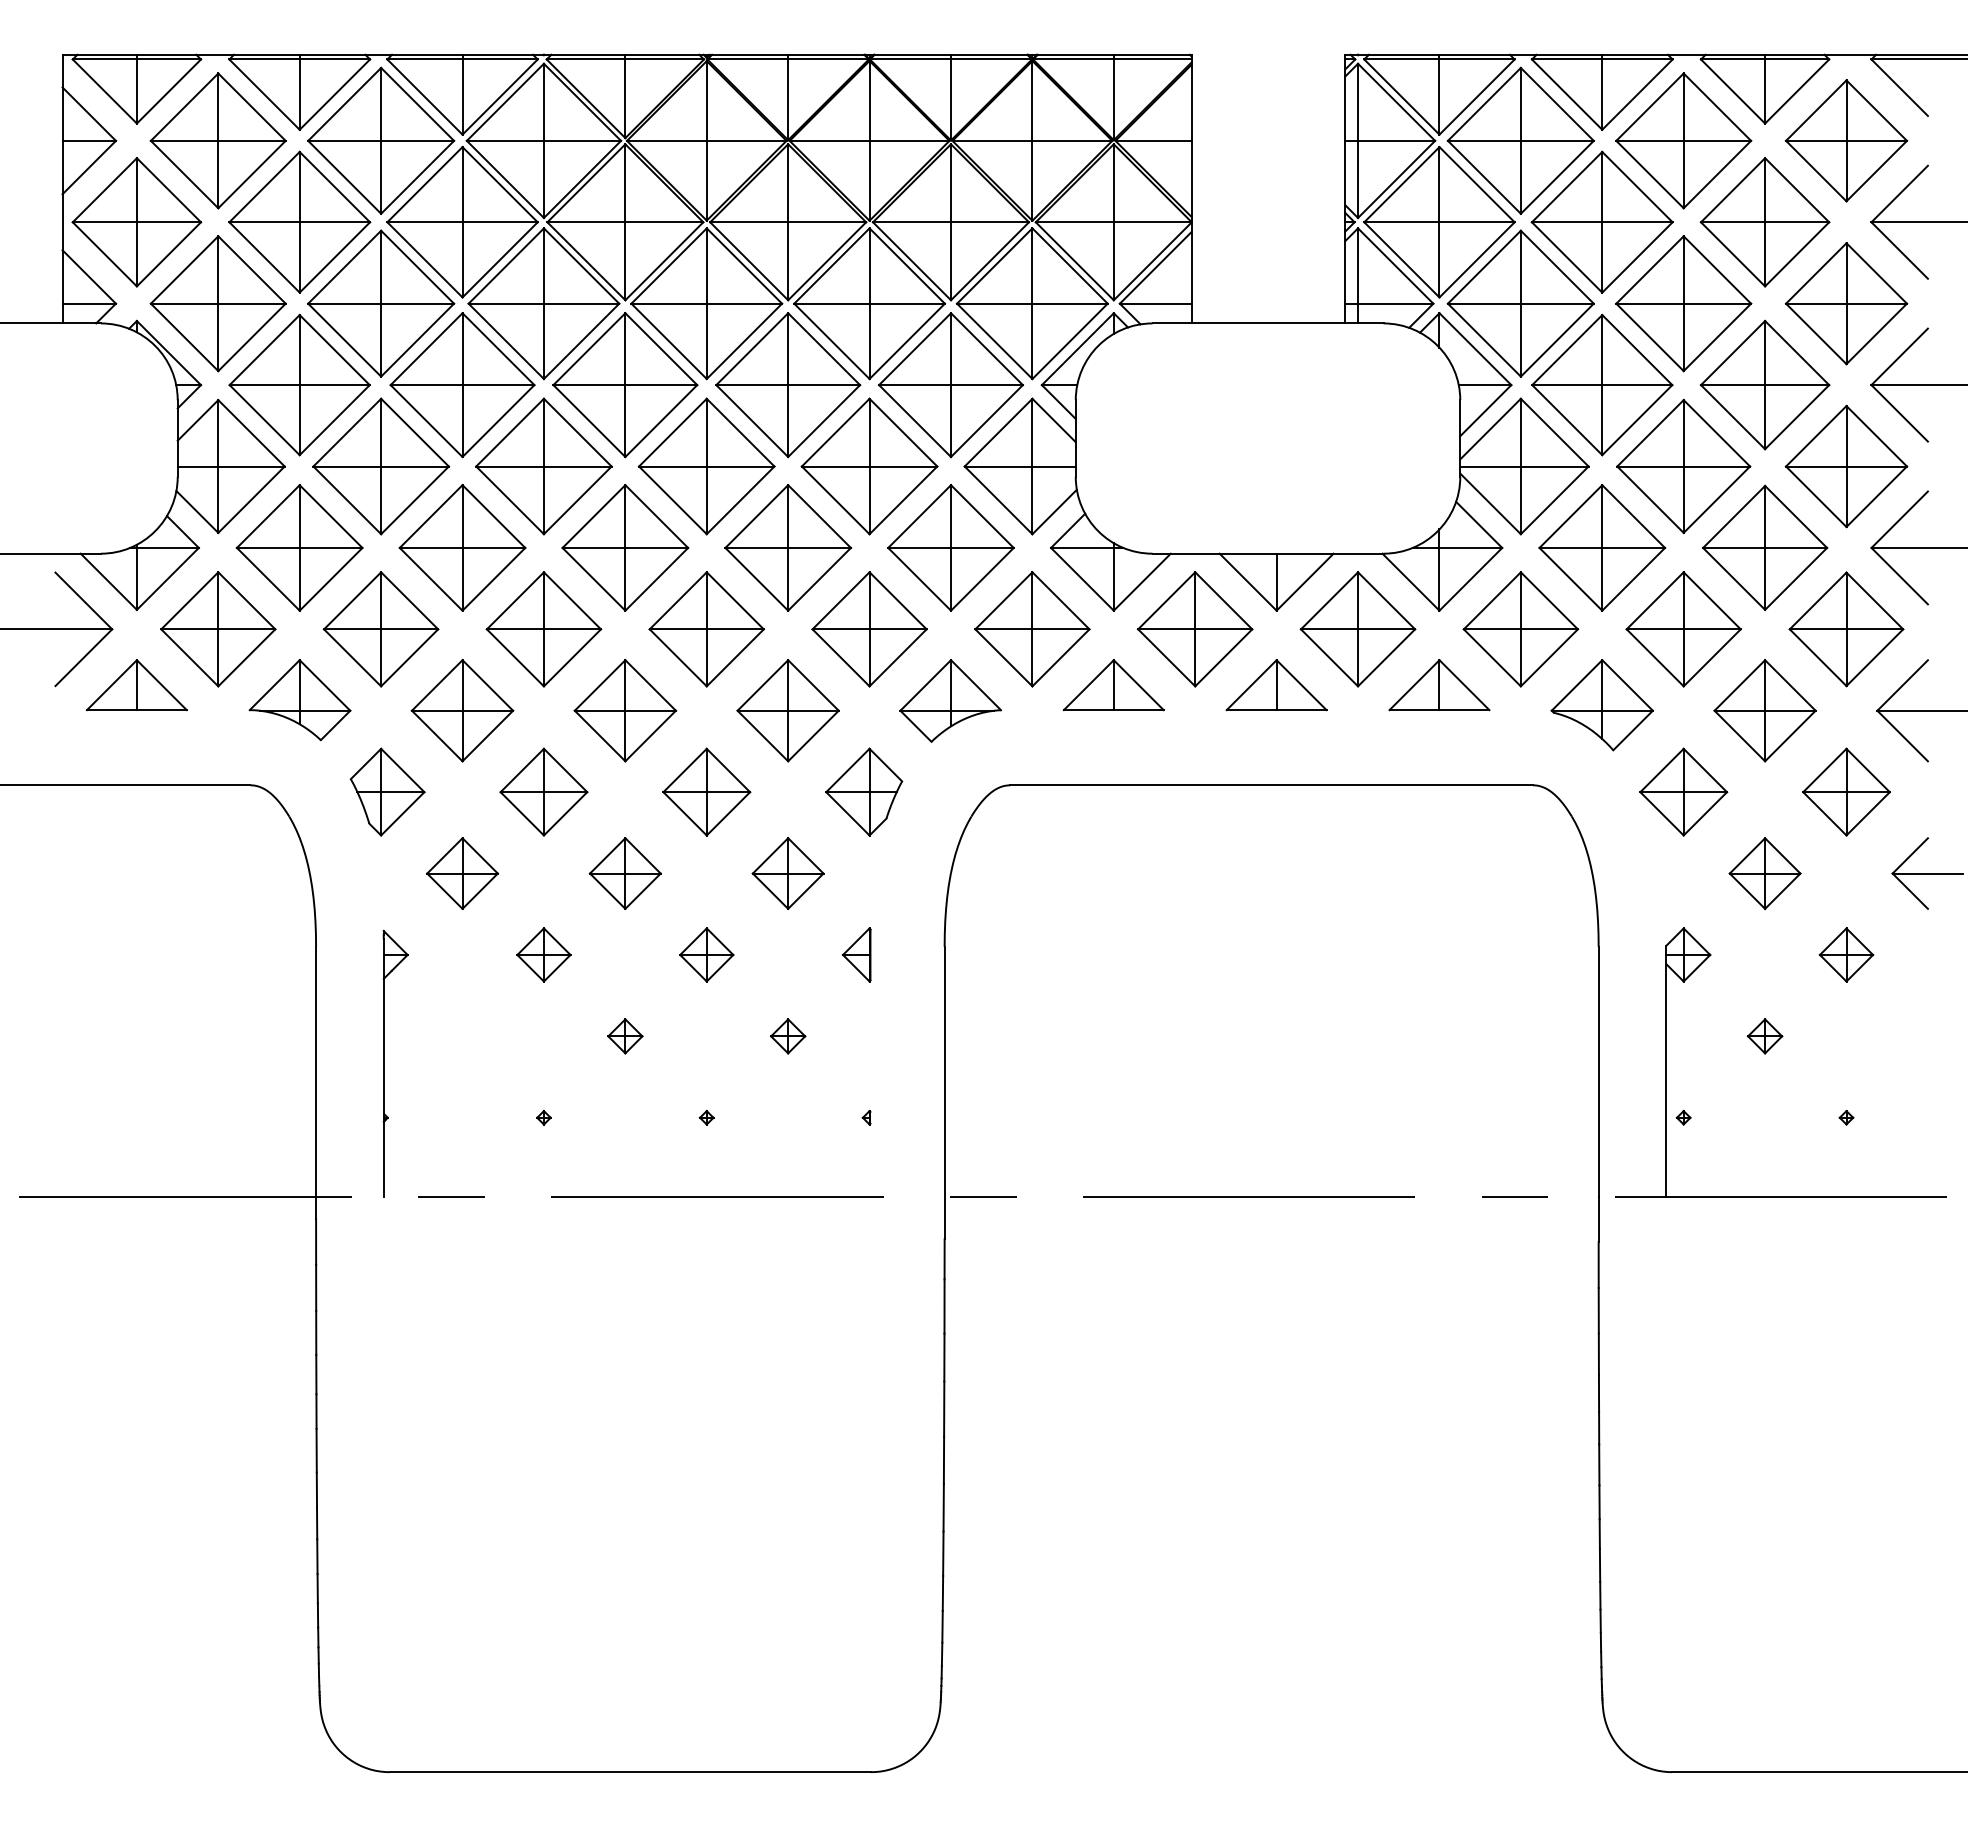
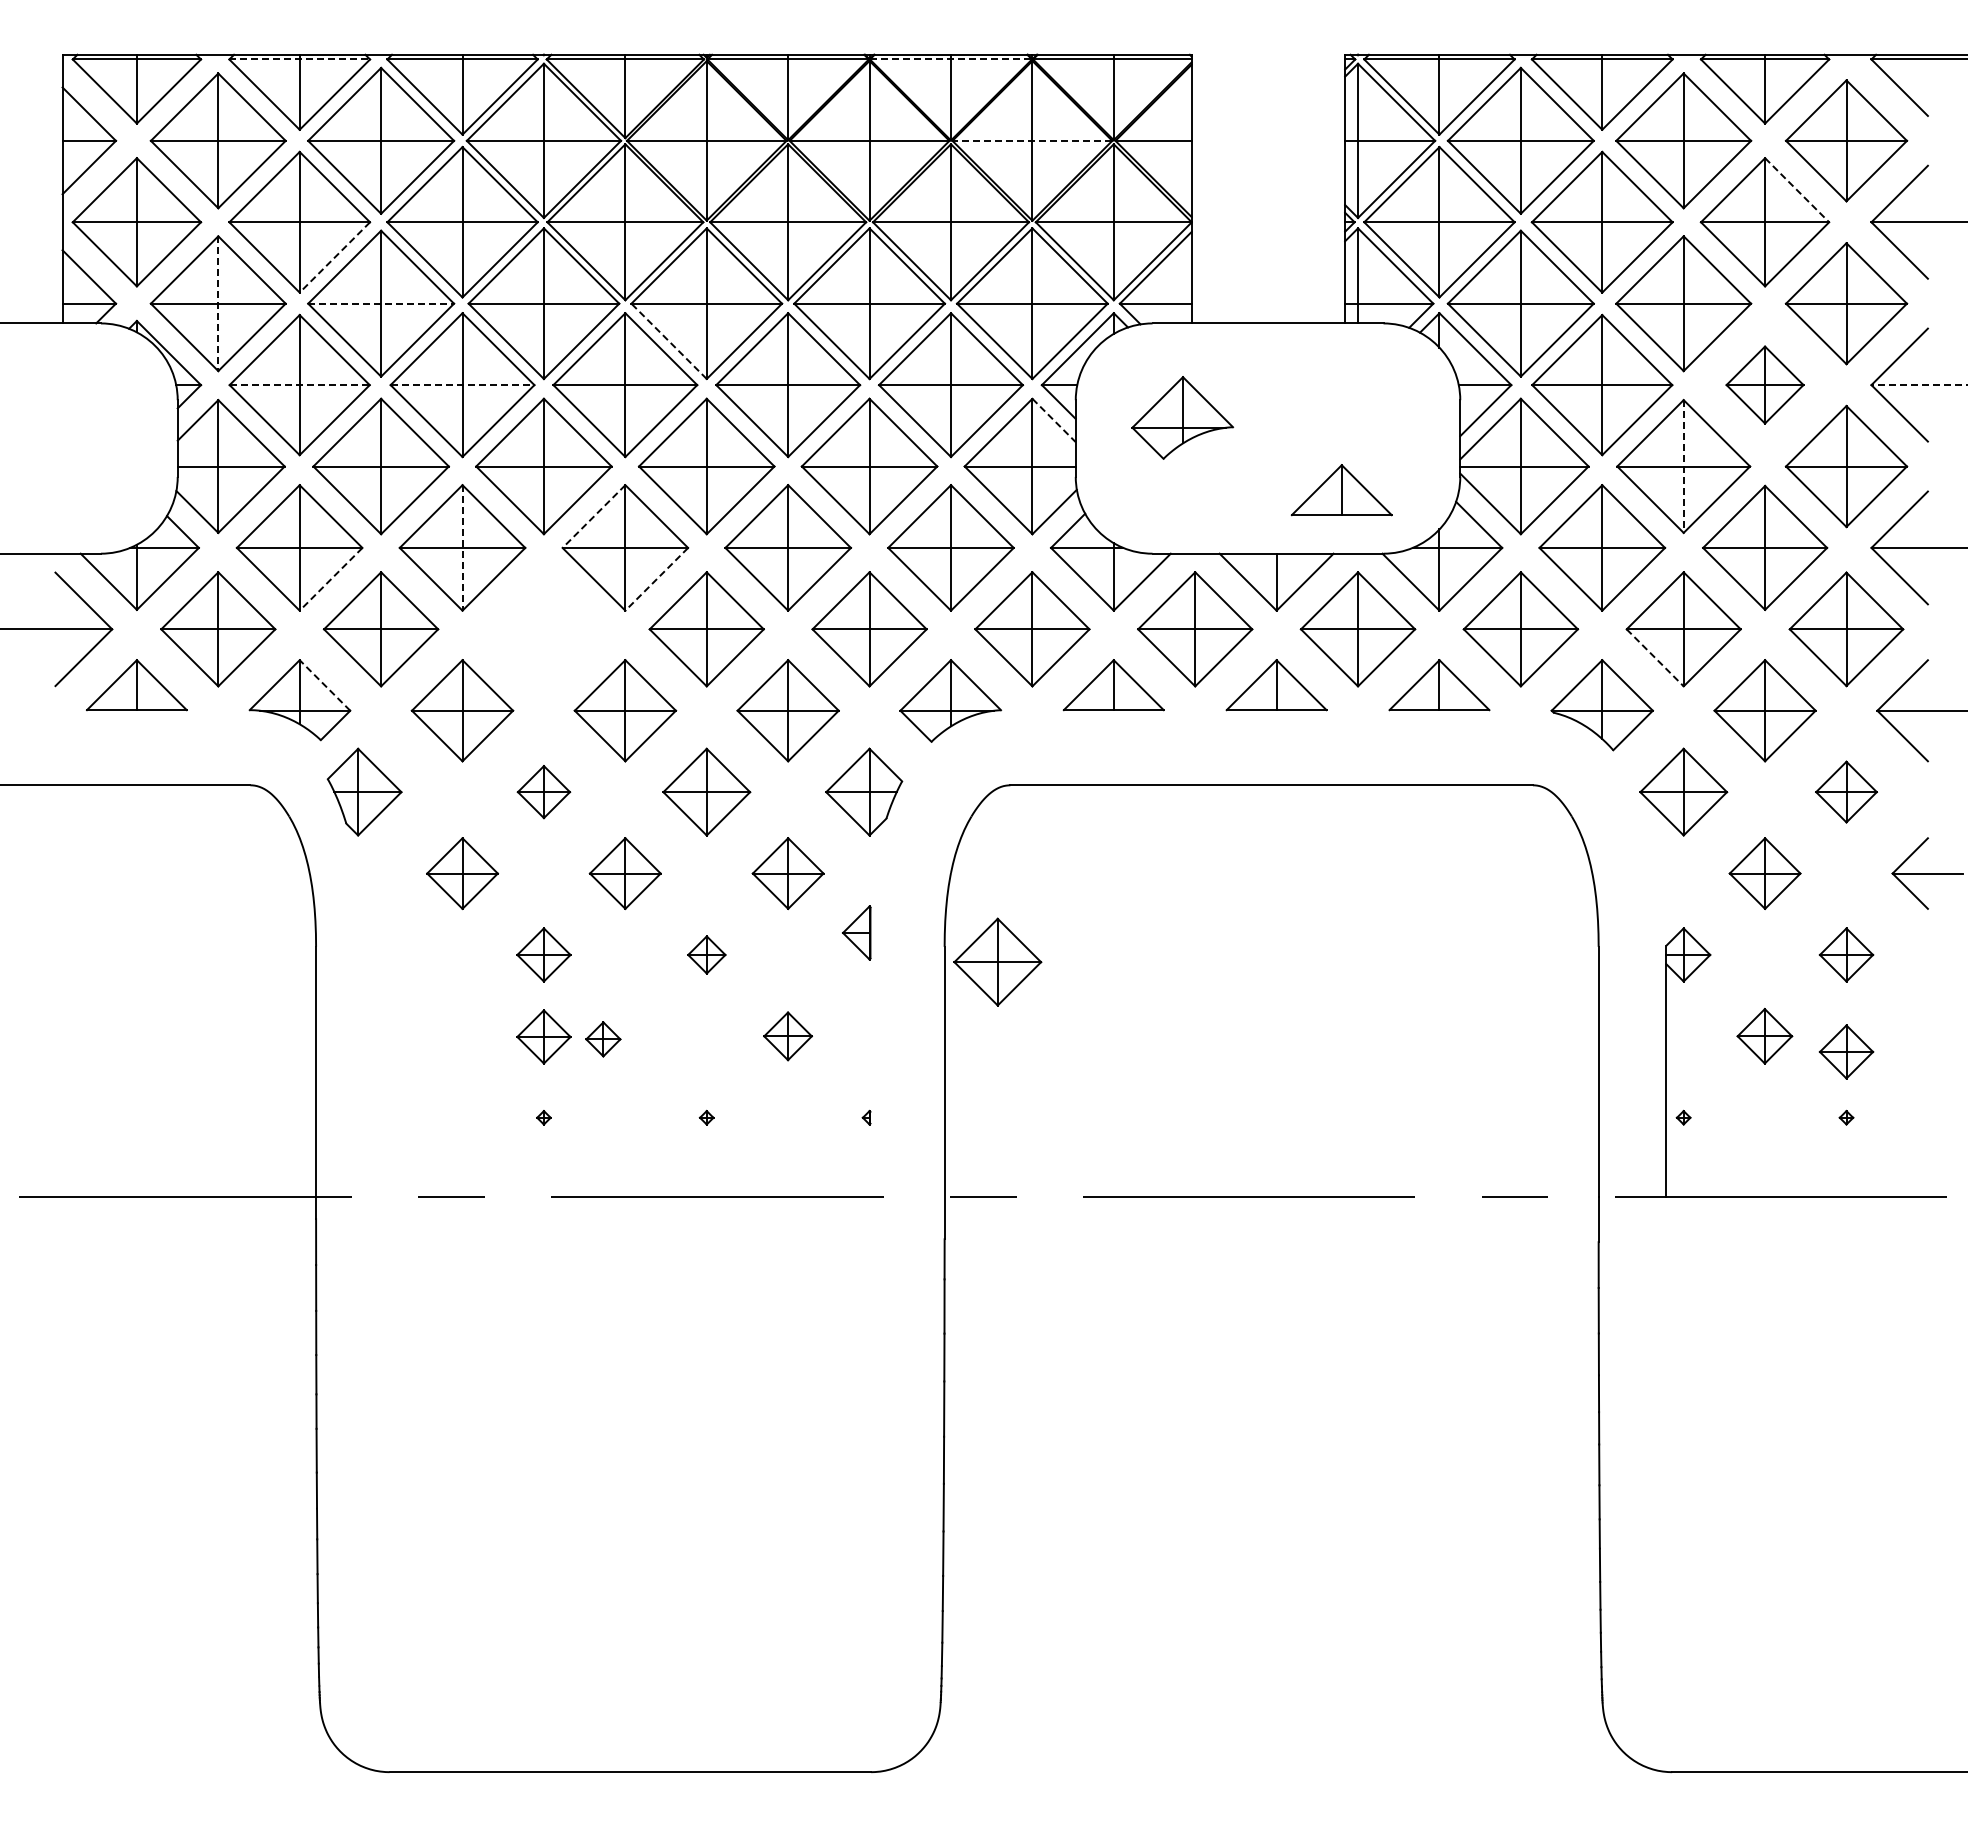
line at (300, 59): solid -> dashed
line at (951, 59): solid -> dashed
line at (1032, 140): solid -> dashed
line at (1797, 190): solid -> dashed
line at (334, 257): solid -> dashed
line at (381, 303): solid -> dashed
line at (218, 304): solid -> dashed
line at (668, 341): solid -> dashed
part at (1764, 384) size: 132x132 px -> 80x80 px
line at (300, 385): solid -> dashed
line at (462, 385): solid -> dashed
line at (1919, 385): solid -> dashed
part at (1182, 417): none -> present
line at (1054, 420): solid -> dashed
line at (1683, 467): solid -> dashed
part at (1341, 490): none -> present
line at (593, 516): solid -> dashed
line at (462, 547): solid -> dashed
line at (330, 579): solid -> dashed
line at (656, 579): solid -> dashed
part at (543, 629): present -> none
line at (1655, 658): solid -> dashed
line at (325, 685): solid -> dashed
part at (387, 791) position: (387, 791) -> (364, 791)
part at (543, 791) size: 90x90 px -> 56x55 px
part at (1846, 791) size: 89x90 px -> 63x64 px
part at (706, 954) size: 56x56 px -> 40x40 px
part at (856, 954) position: (856, 954) -> (856, 932)
part at (997, 961): none -> present
part at (543, 1036): none -> present
part at (625, 1036) position: (625, 1036) -> (603, 1039)
part at (788, 1036) size: 37x37 px -> 50x51 px
part at (1765, 1036) size: 37x37 px -> 58x57 px
part at (1846, 1051): none -> present
part at (384, 1063): present -> none
